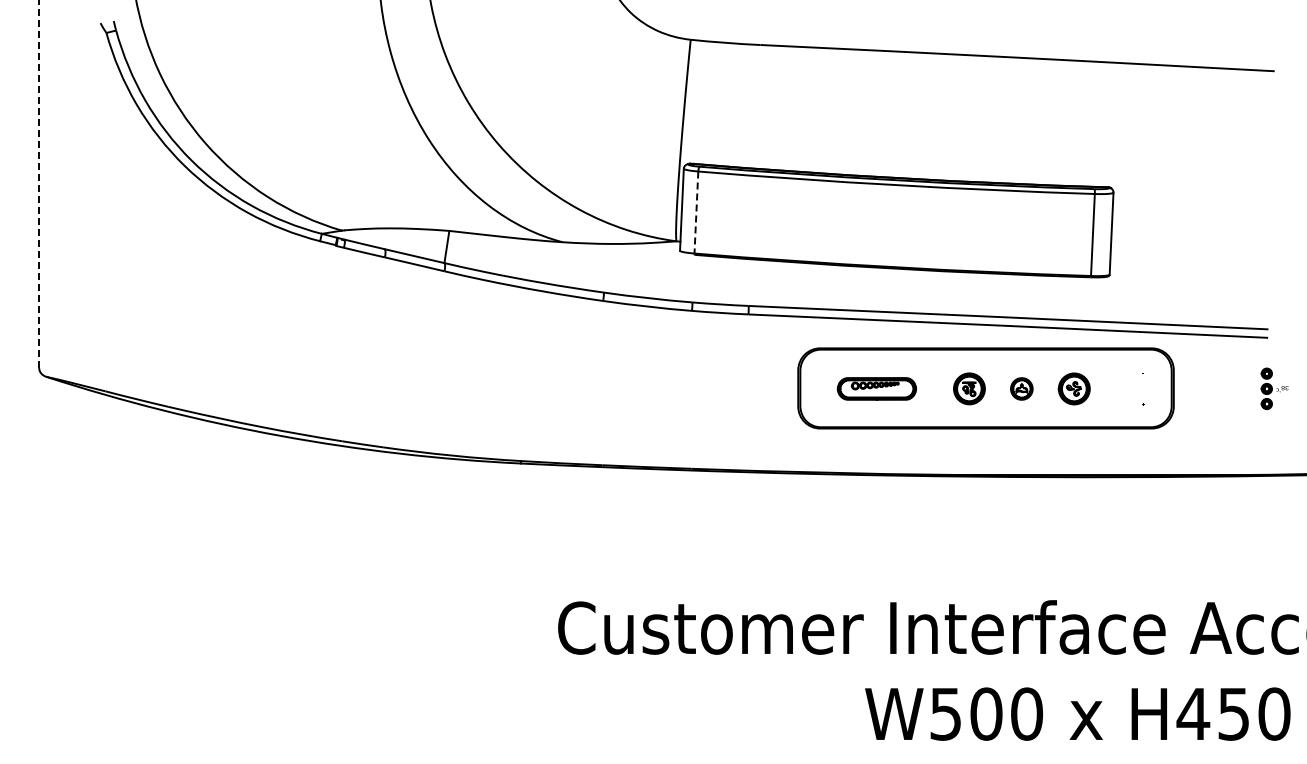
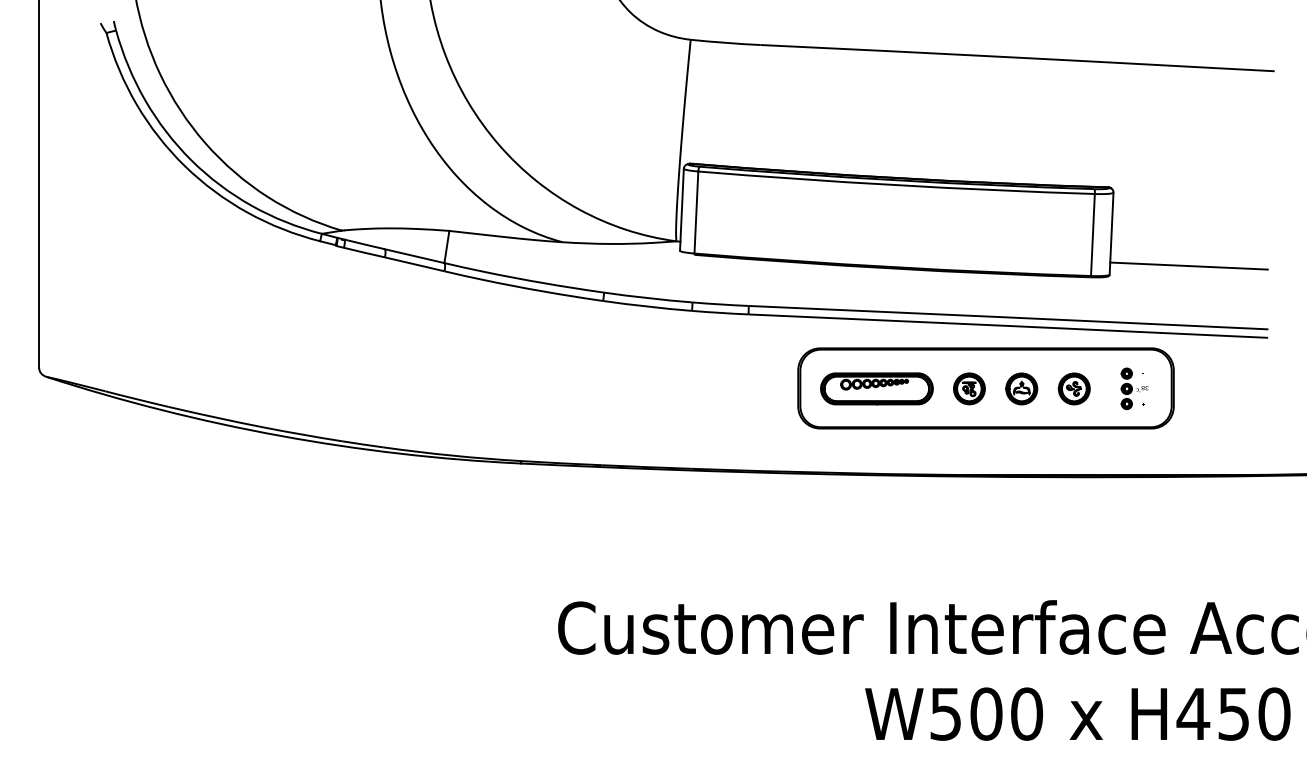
line at (39, 184): dashed -> solid
line at (696, 213): dashed -> solid
line at (1188, 265): none -> present
part at (876, 388) size: 81x24 px -> 114x34 px
part at (1021, 388) size: 24x24 px -> 34x34 px
part at (1274, 388) position: (1274, 388) -> (1134, 388)
